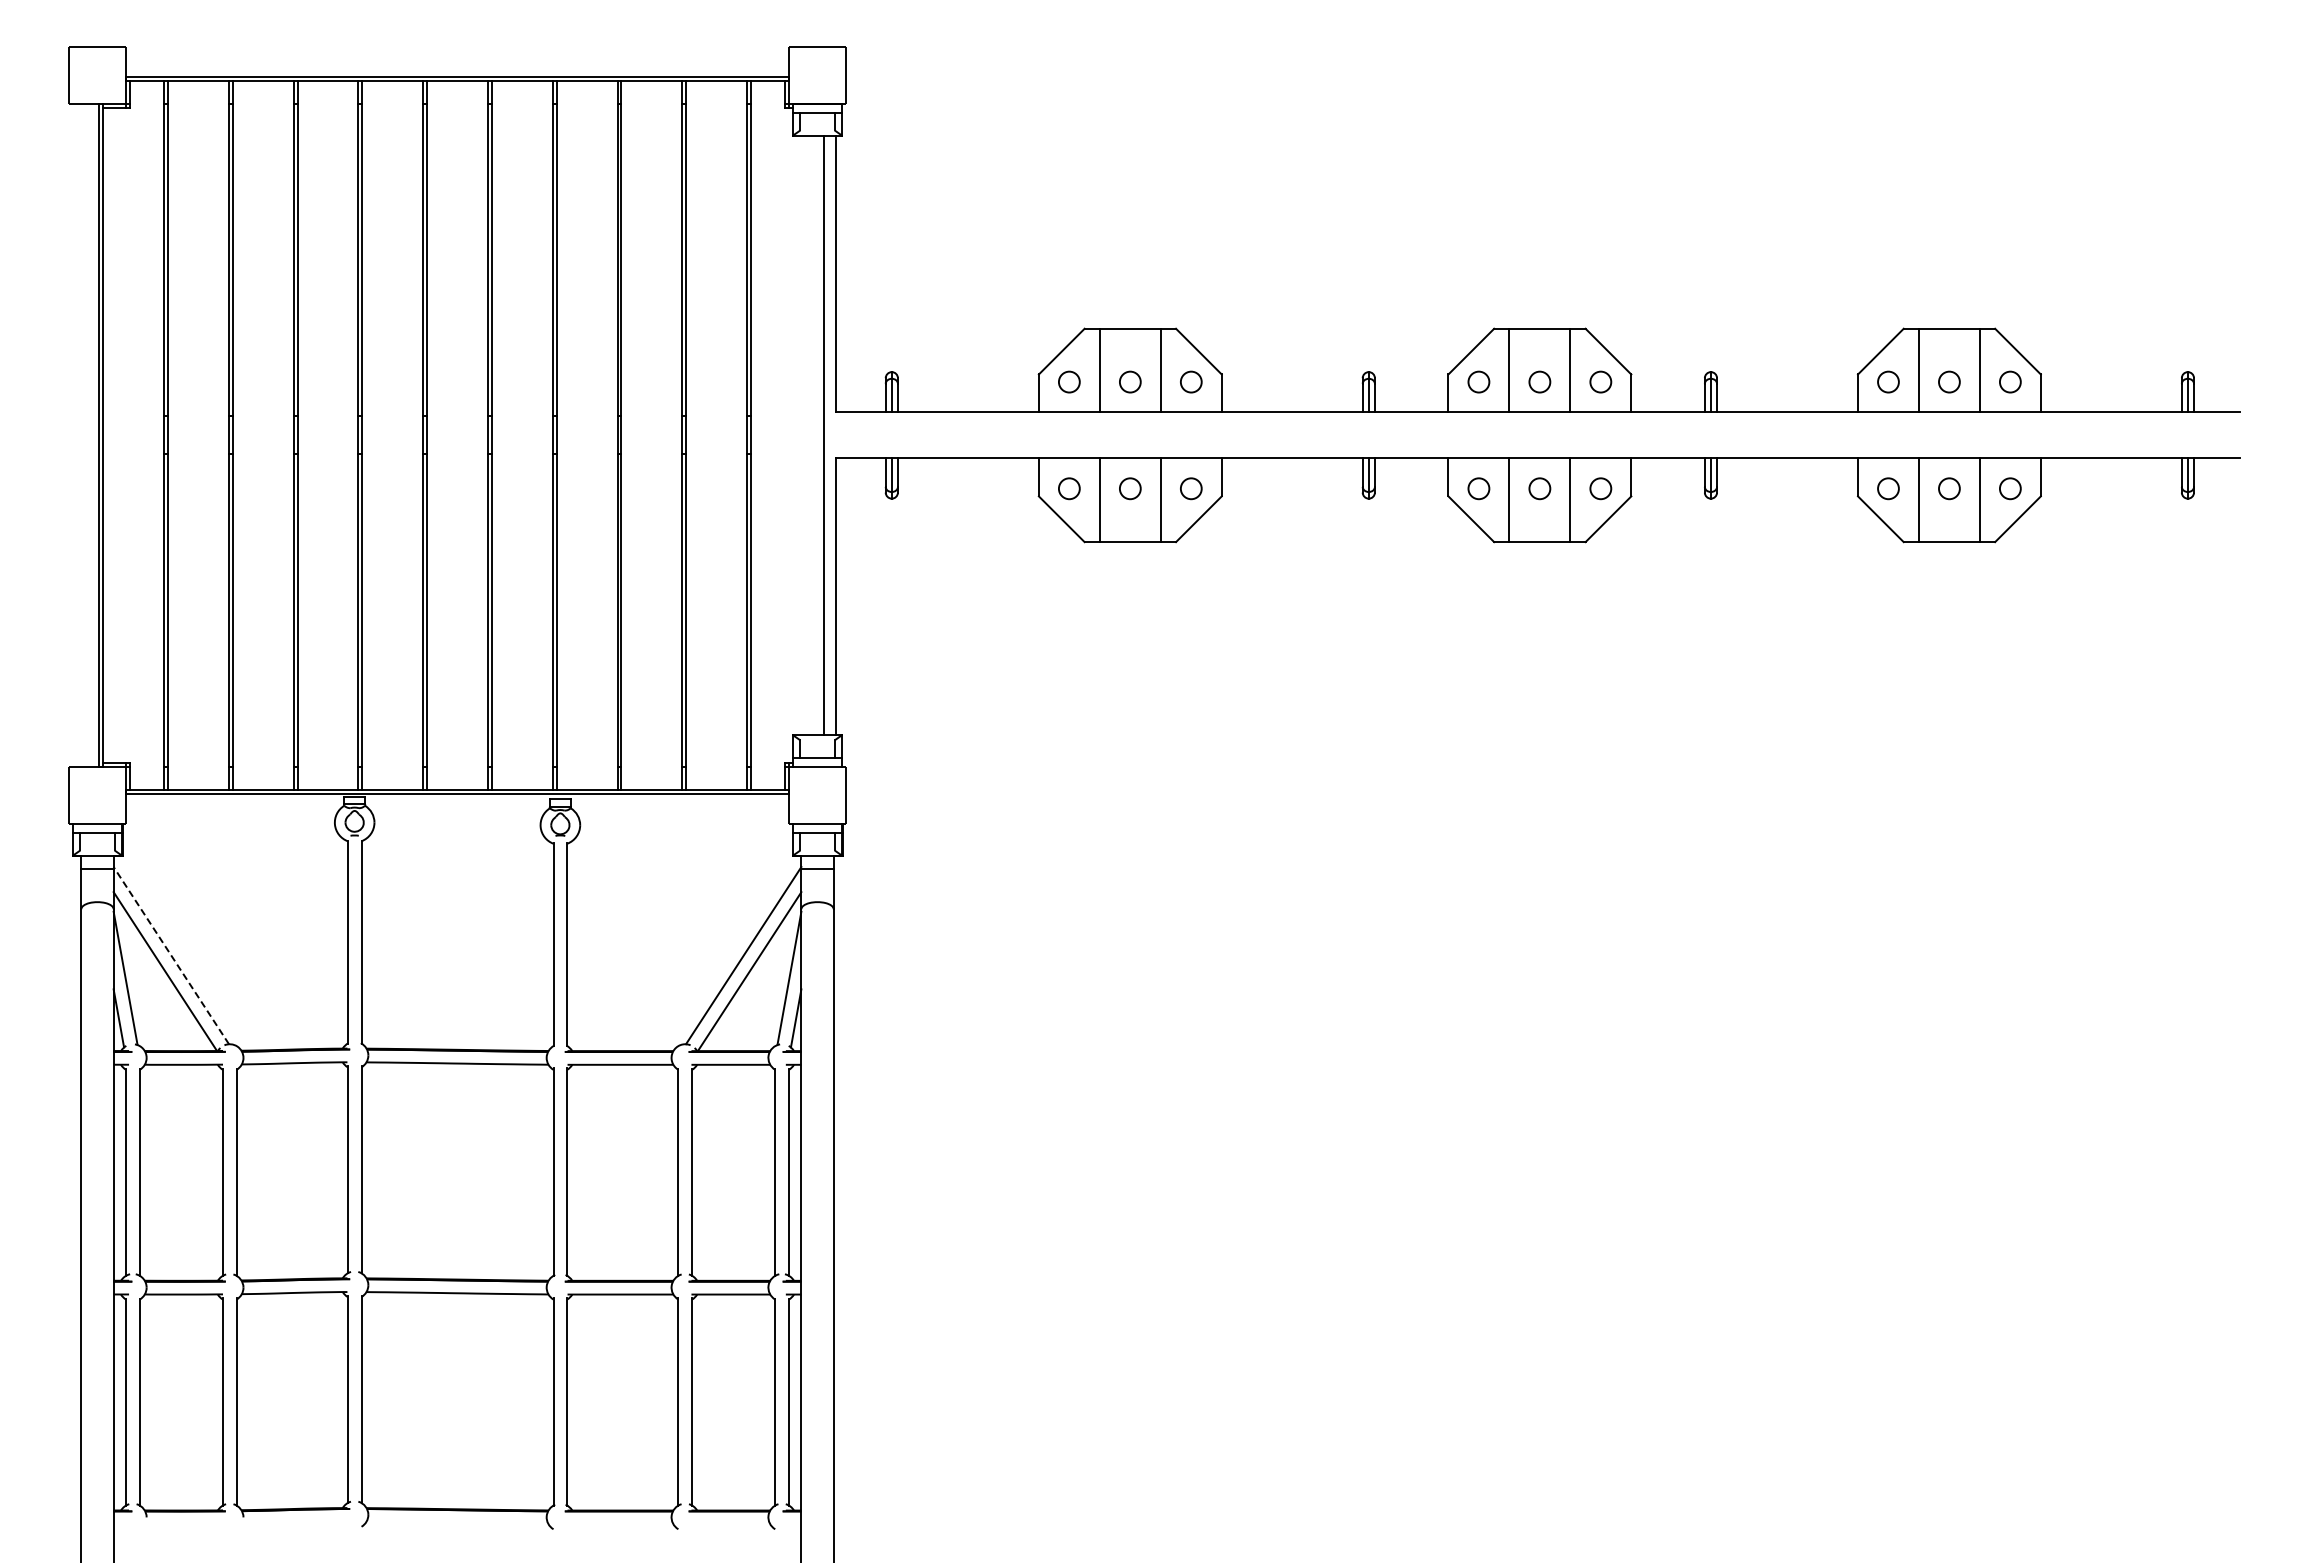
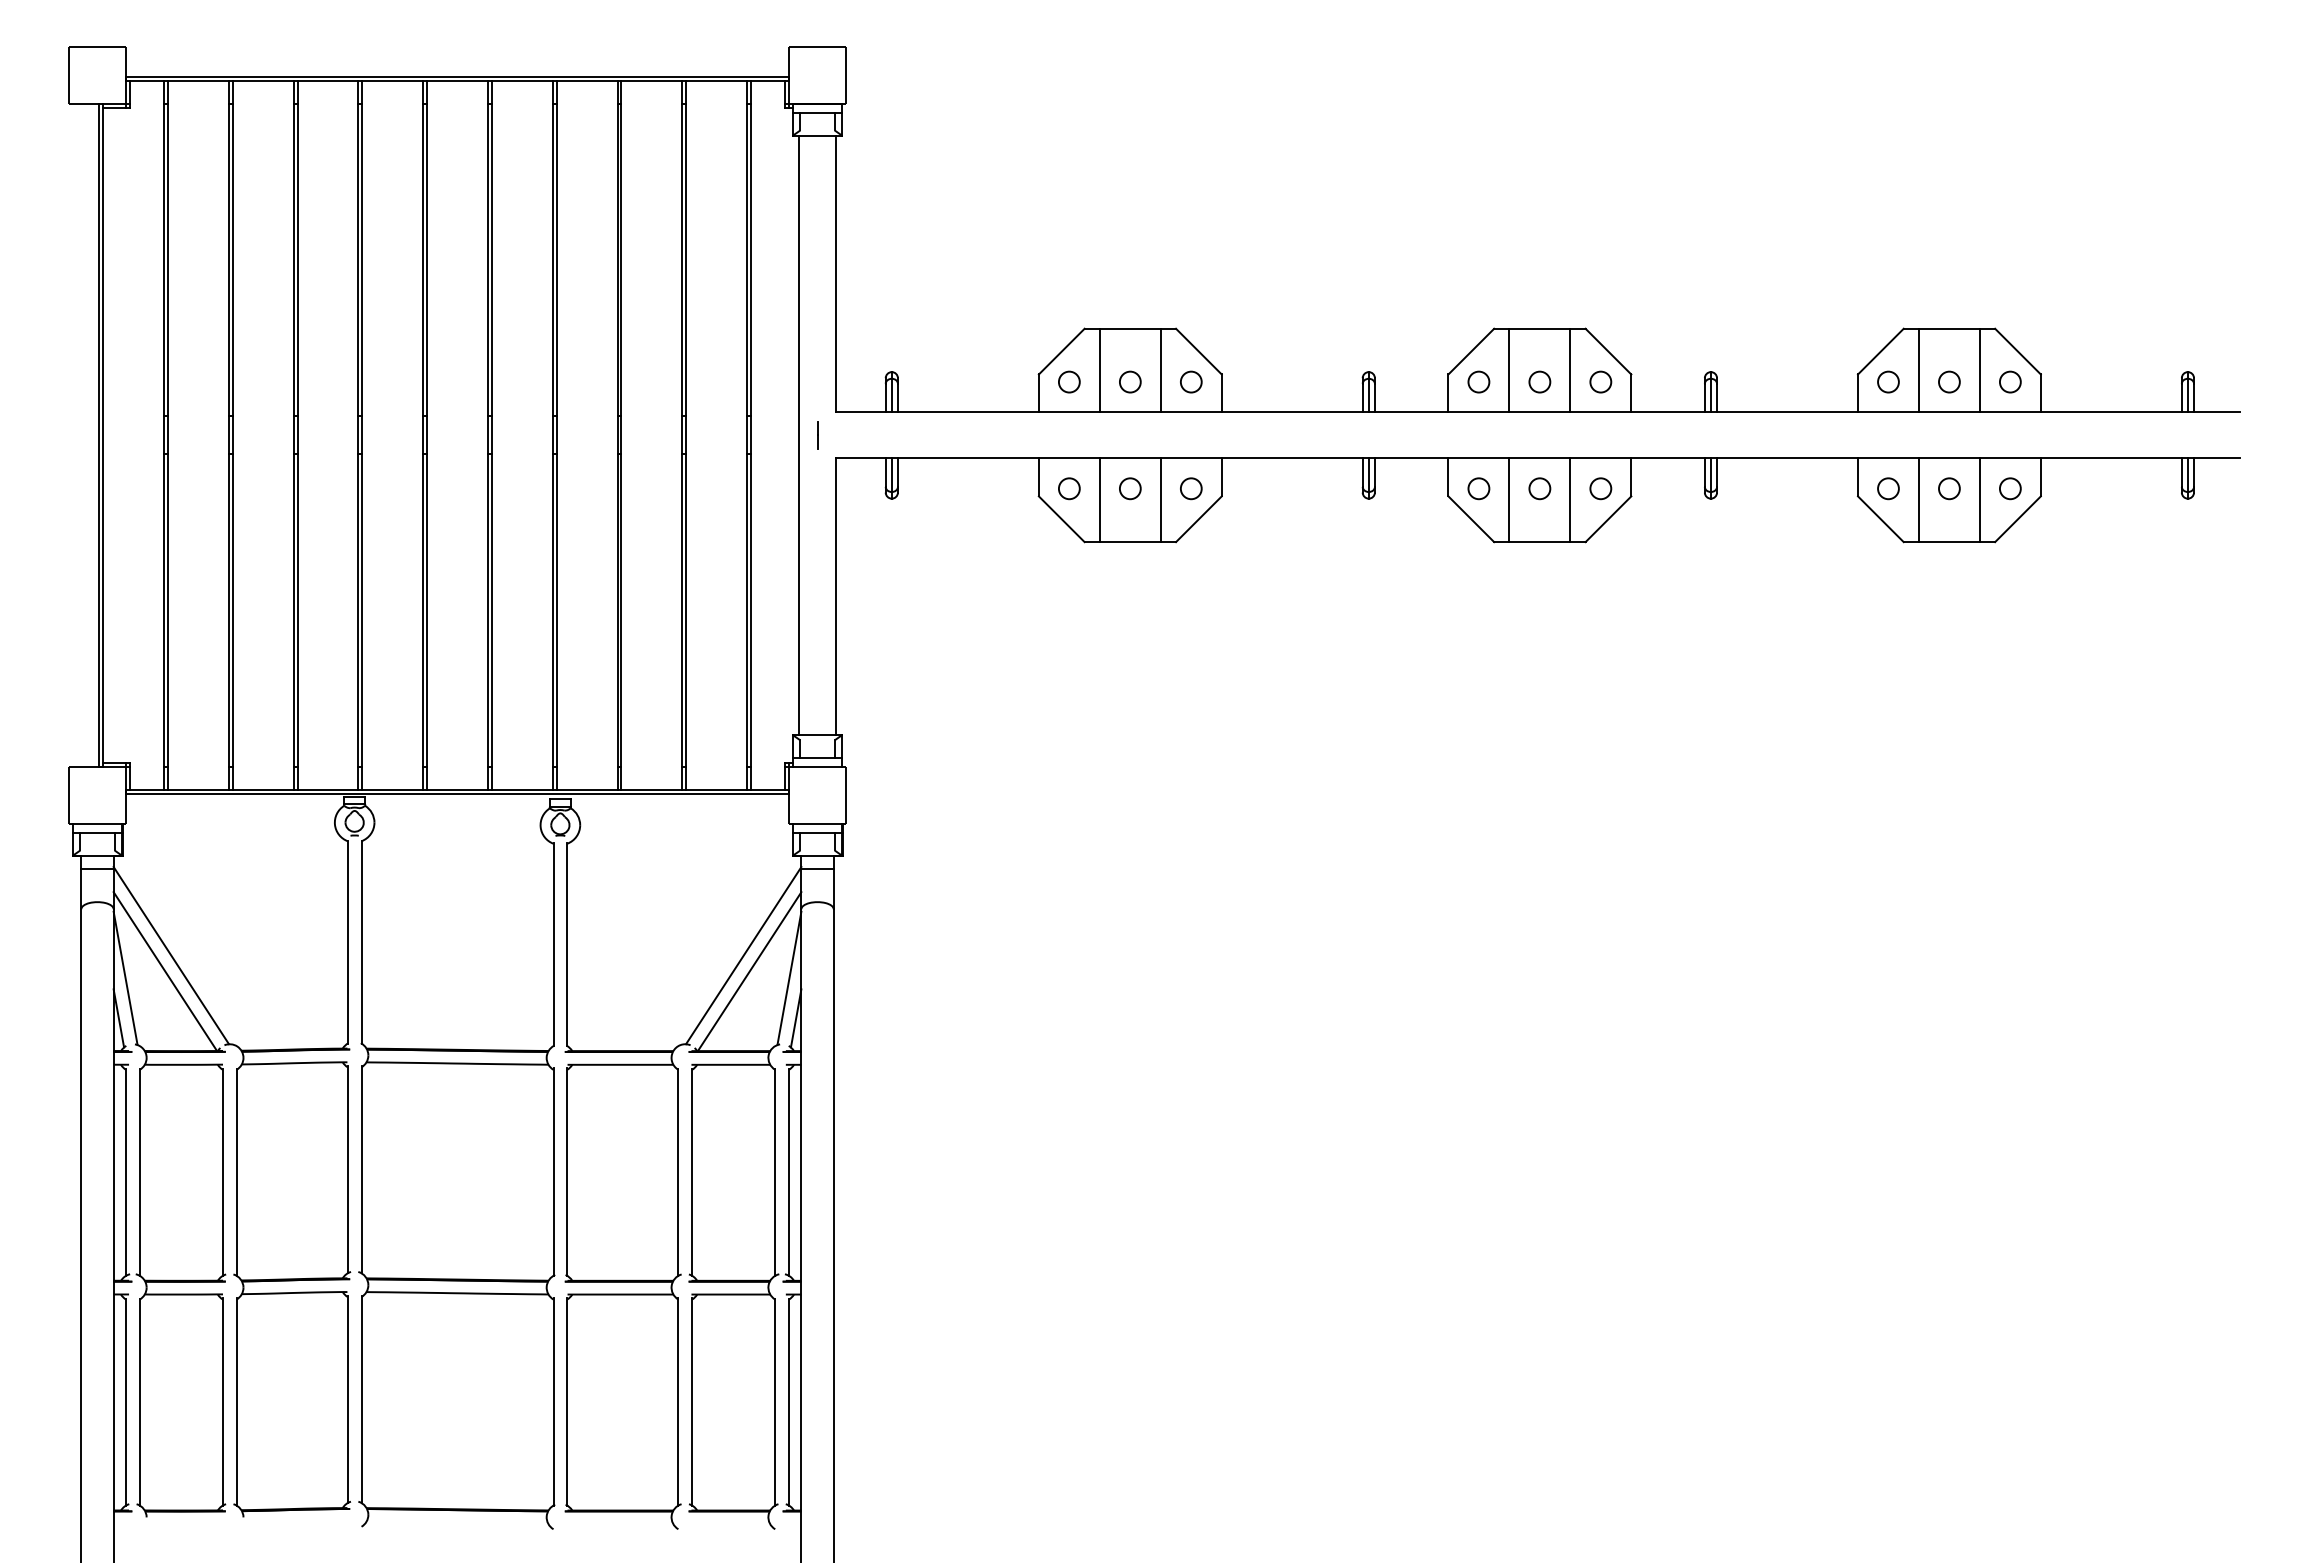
line at (824, 434) position: (824, 434) -> (799, 434)
line at (817, 435): none -> present
line at (171, 955): dashed -> solid
